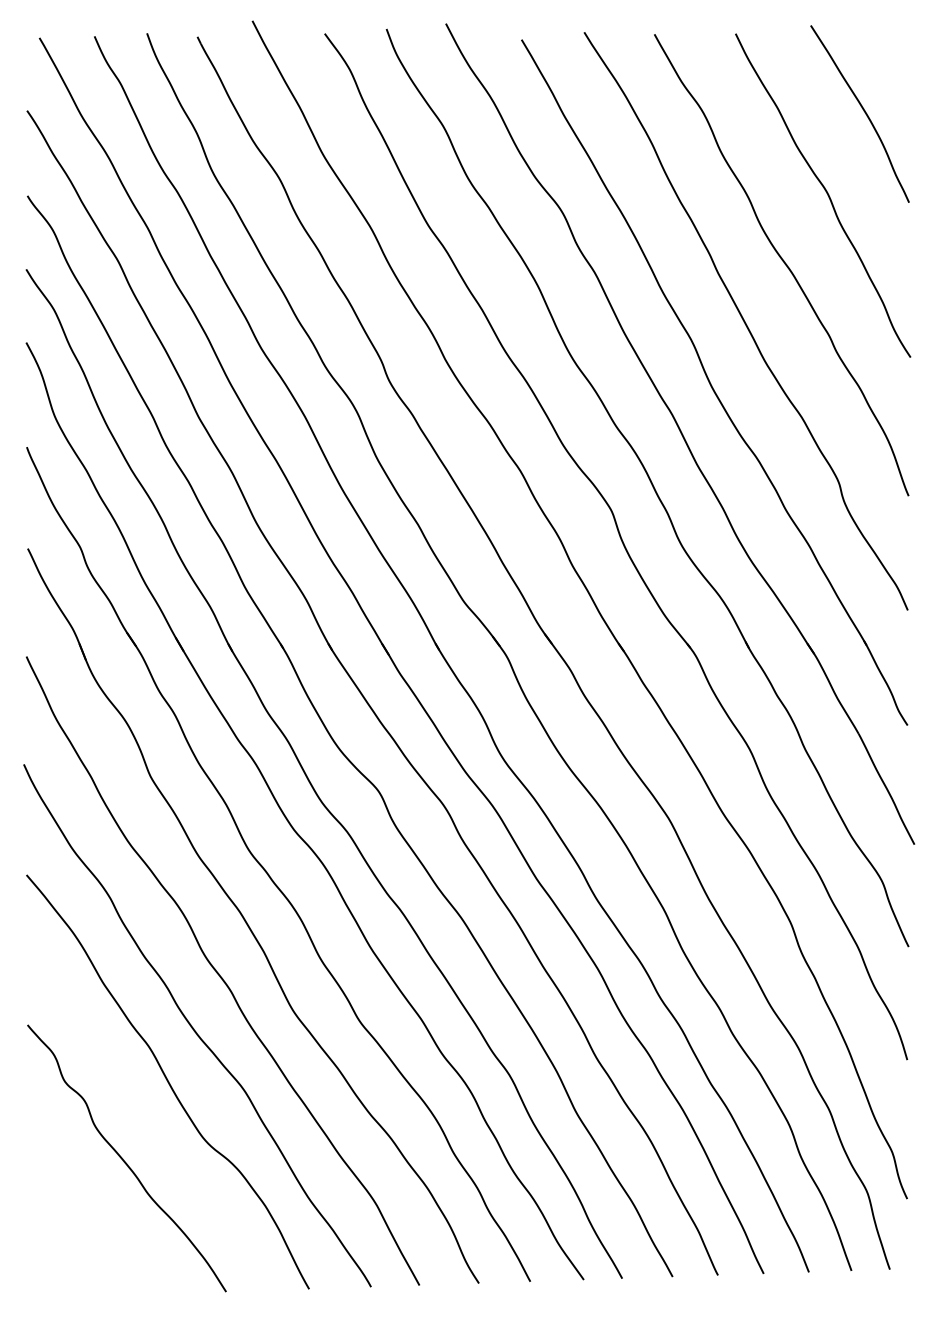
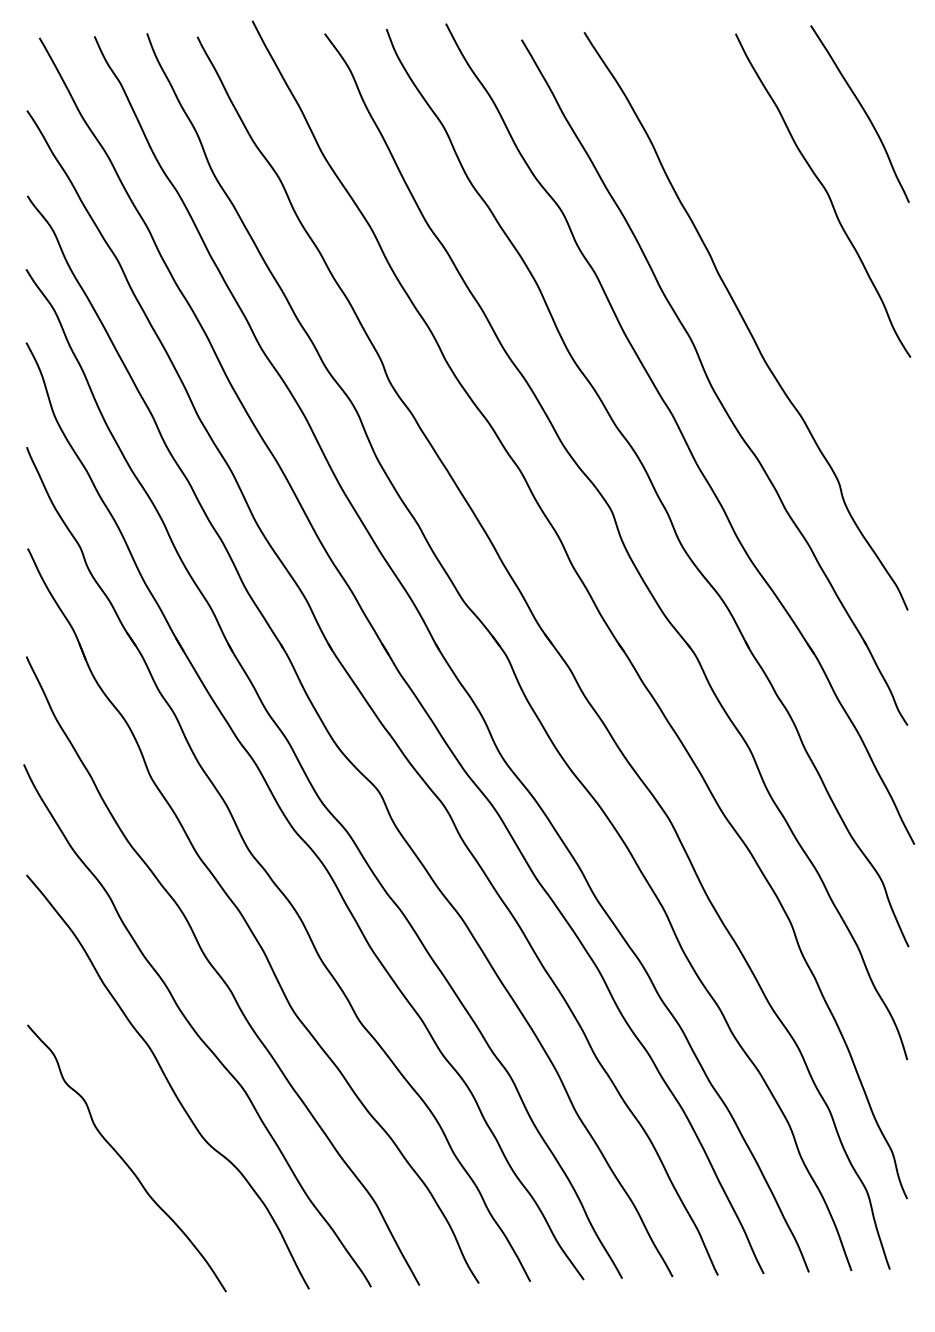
curve at (784, 264): present -> none
